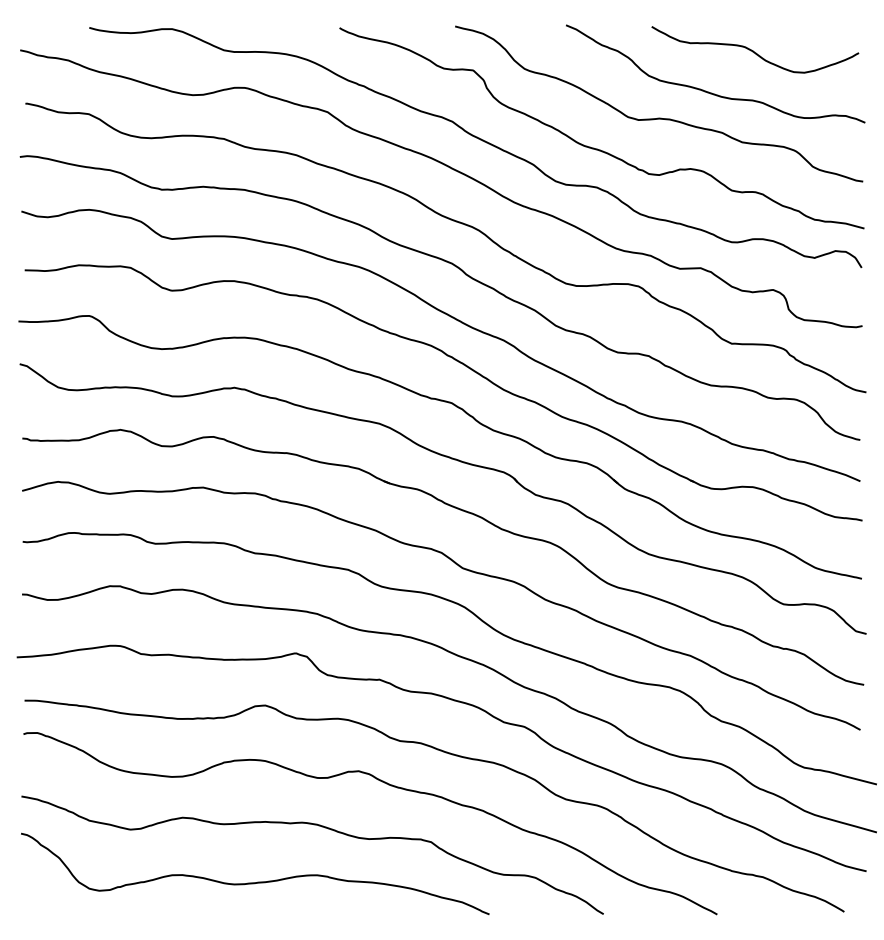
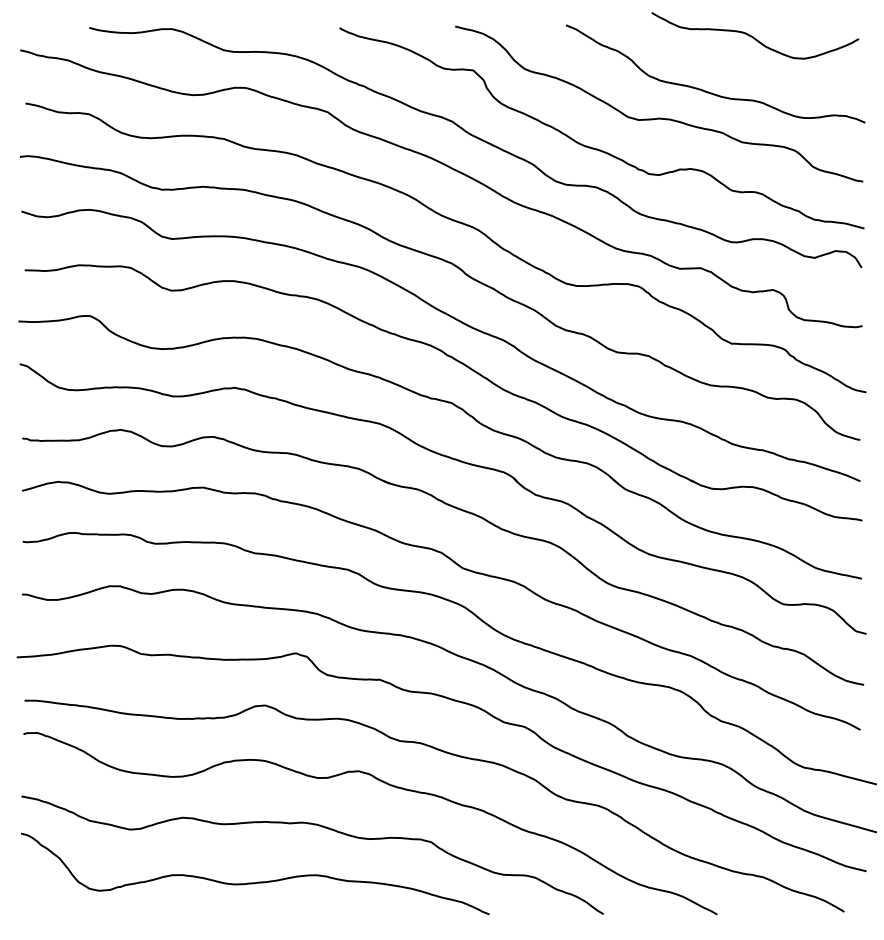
curve at (753, 50) position: (753, 50) -> (753, 36)
